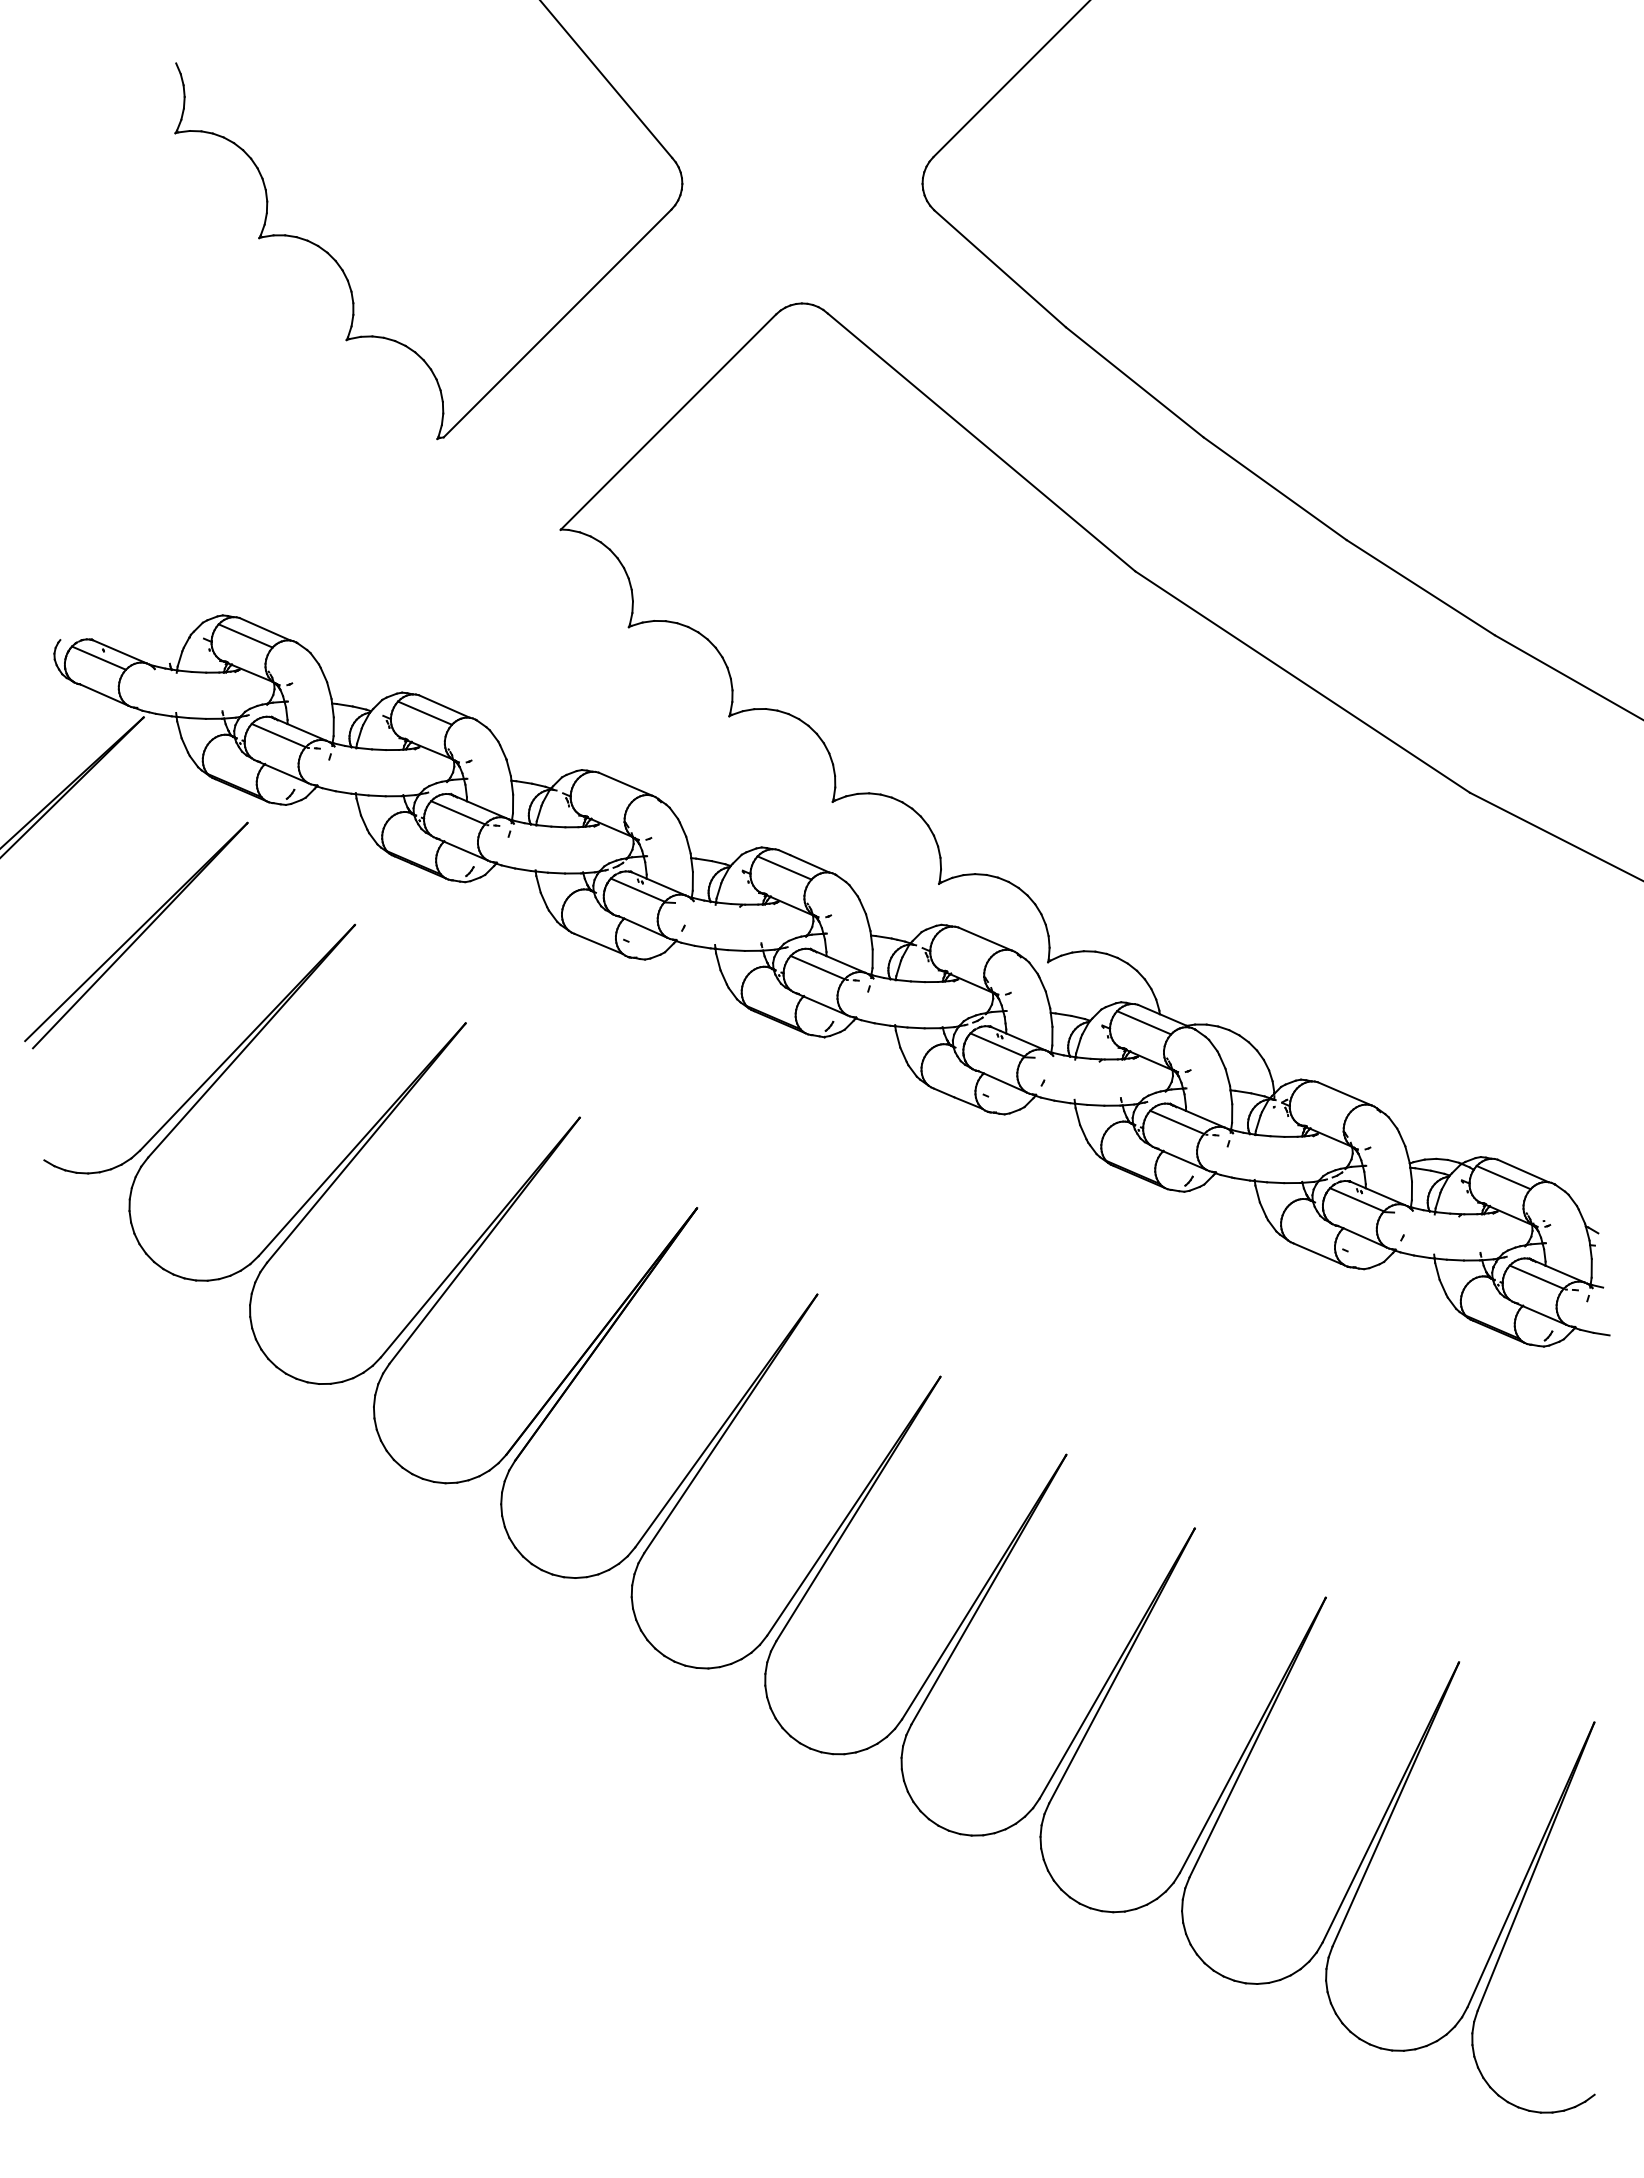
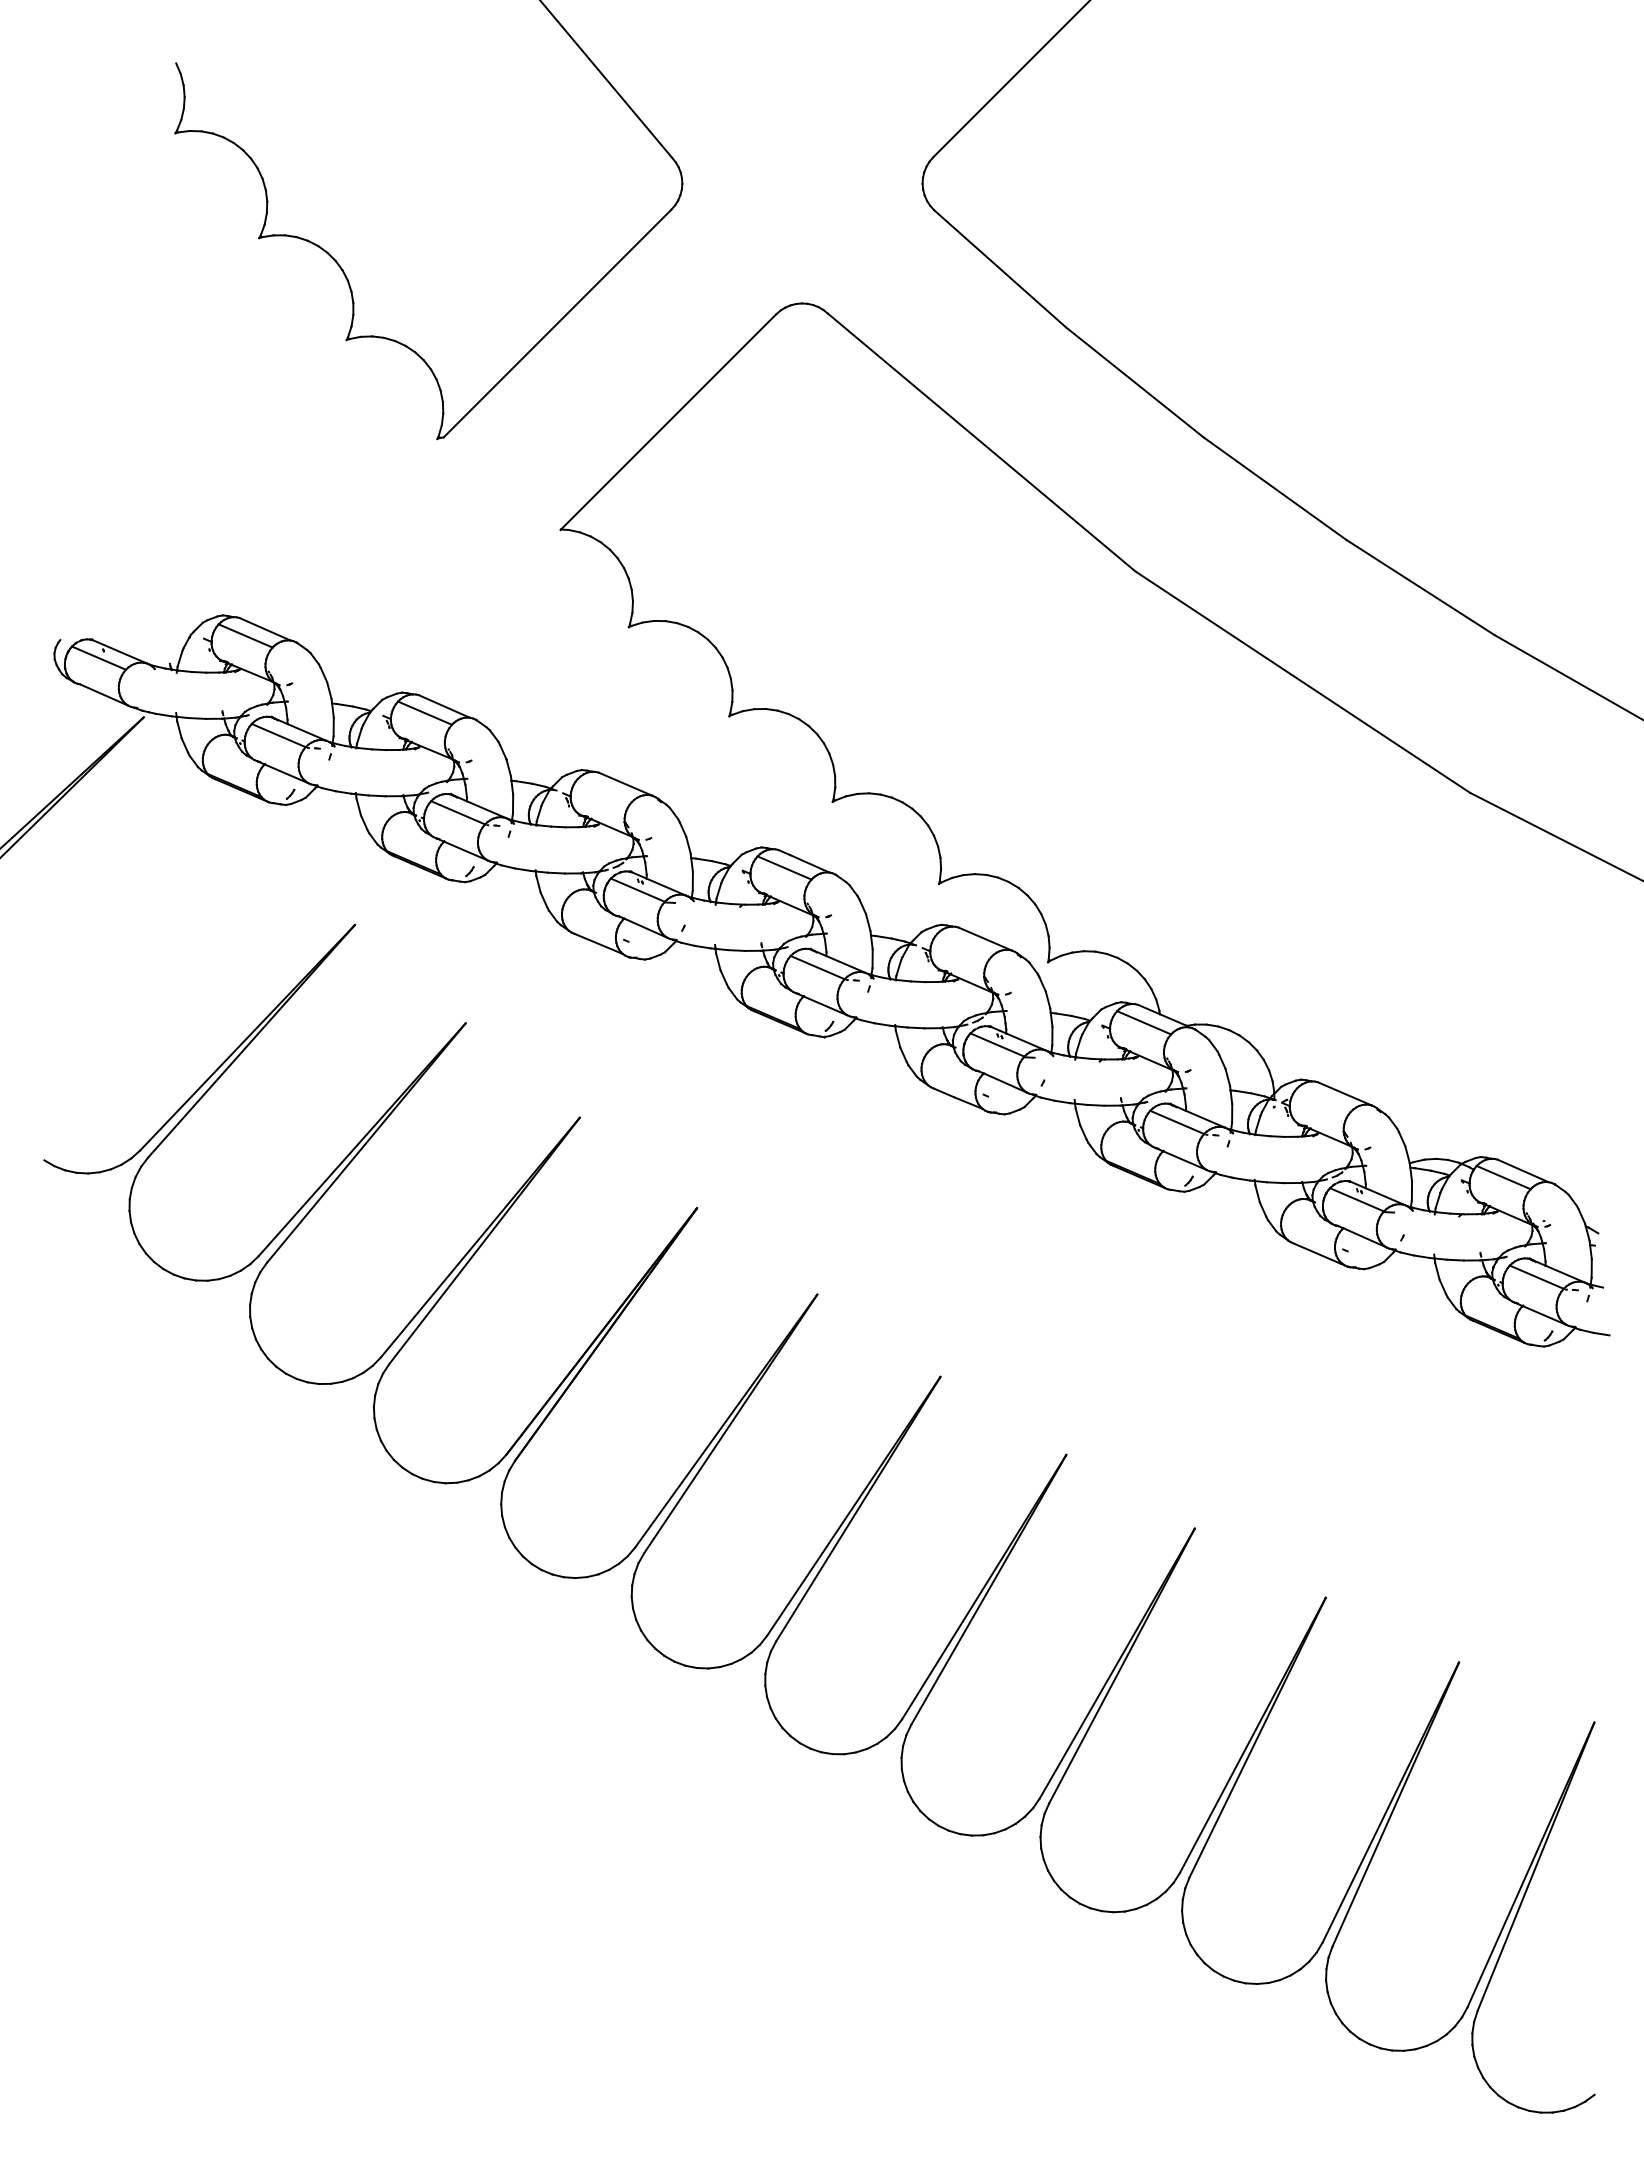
part at (136, 935): present -> none
